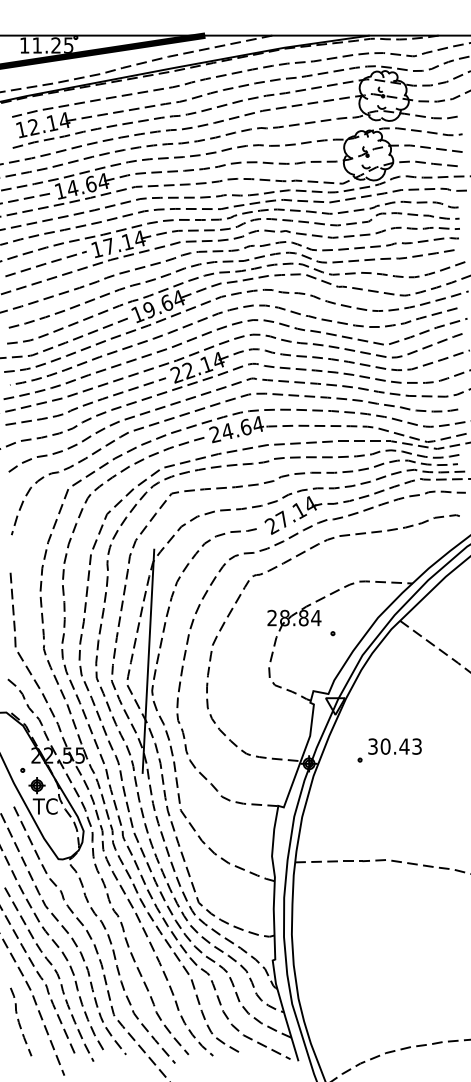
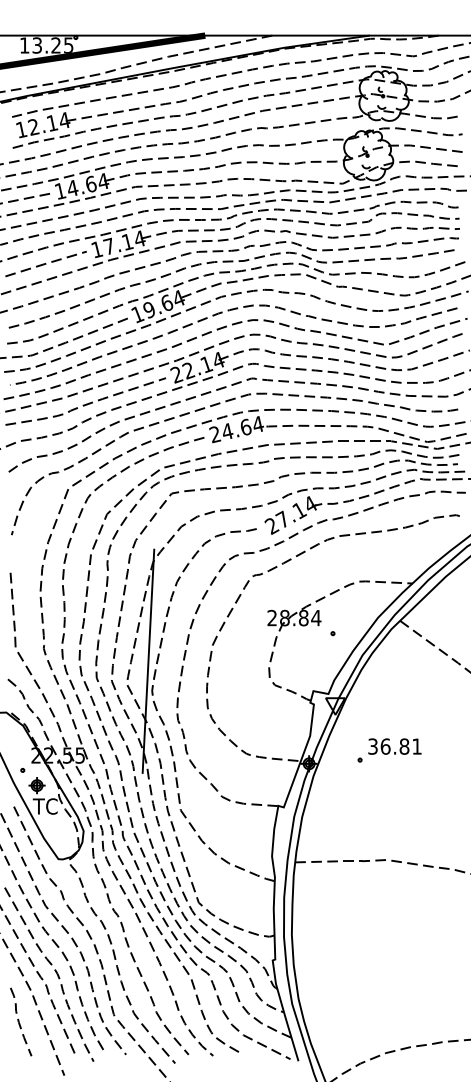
text at (36, 45): 11.25 -> 13.25
text at (400, 746): 30.43 -> 36.81
